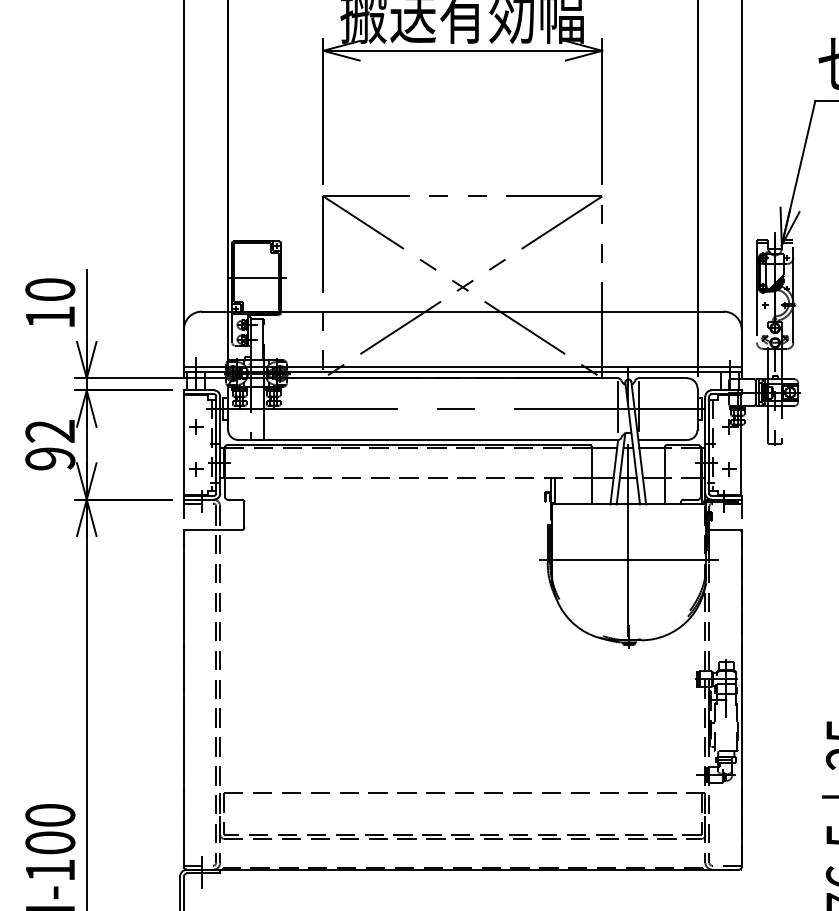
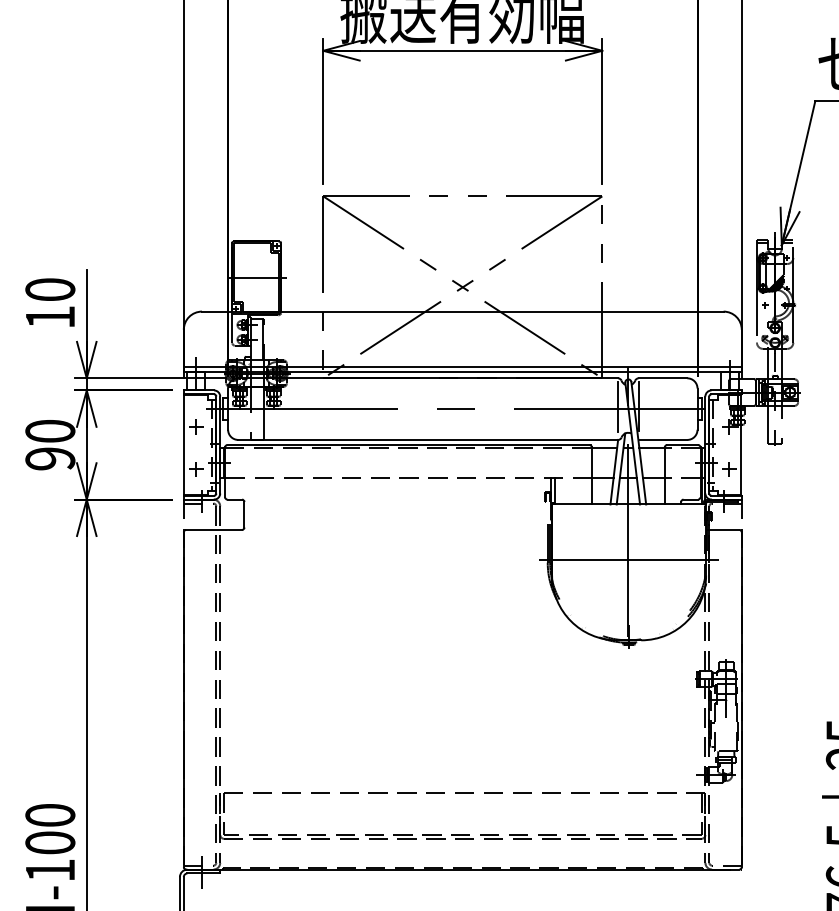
text at (50, 431): 92 -> 90
